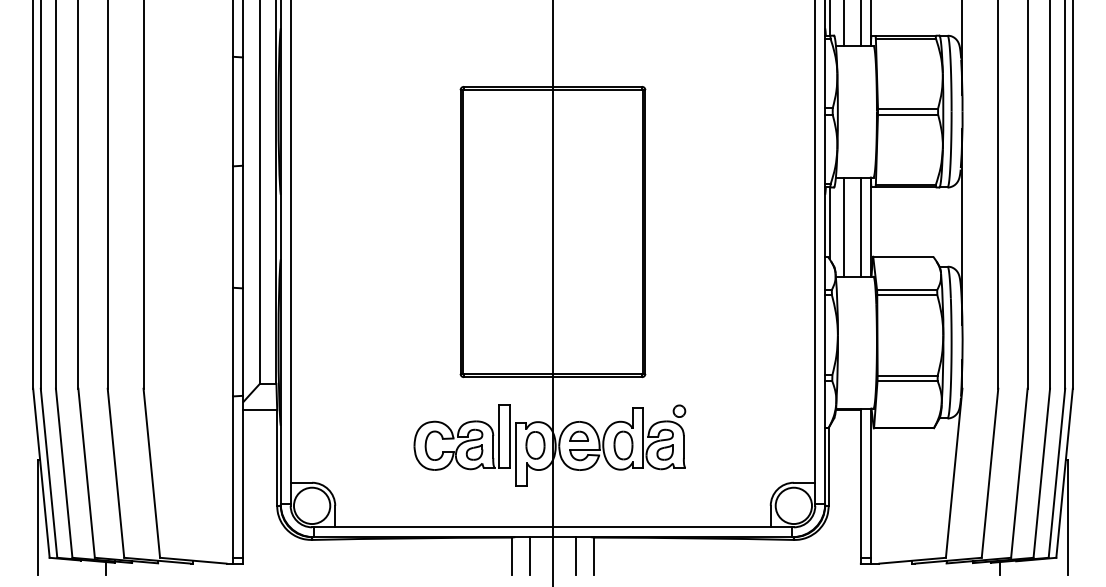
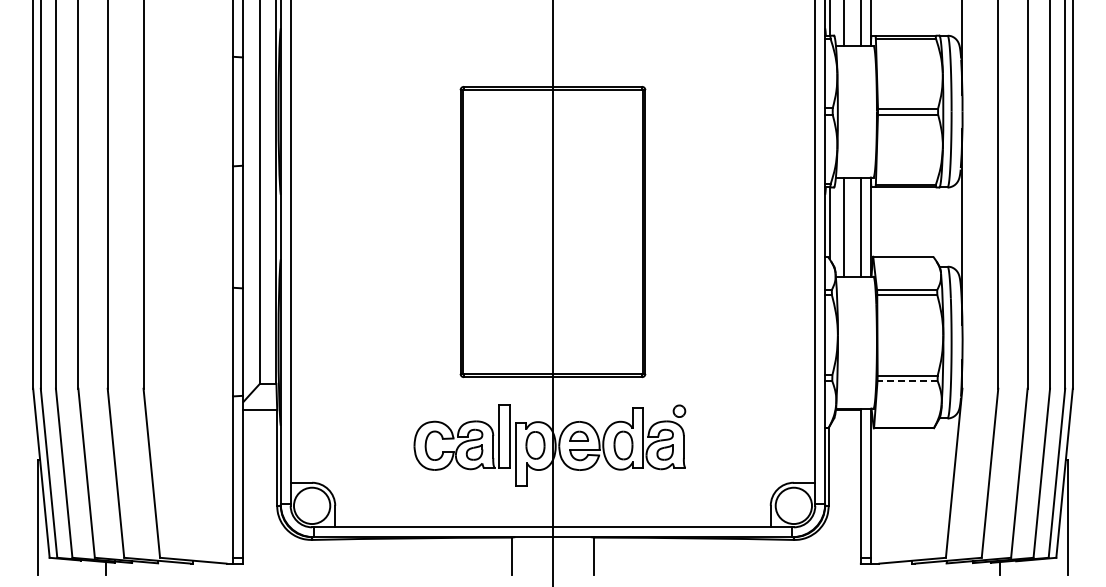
line at (907, 380): solid -> dashed
line at (529, 556): present -> none
line at (576, 556): present -> none
